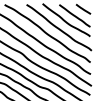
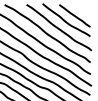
line at (83, 9): present -> none
